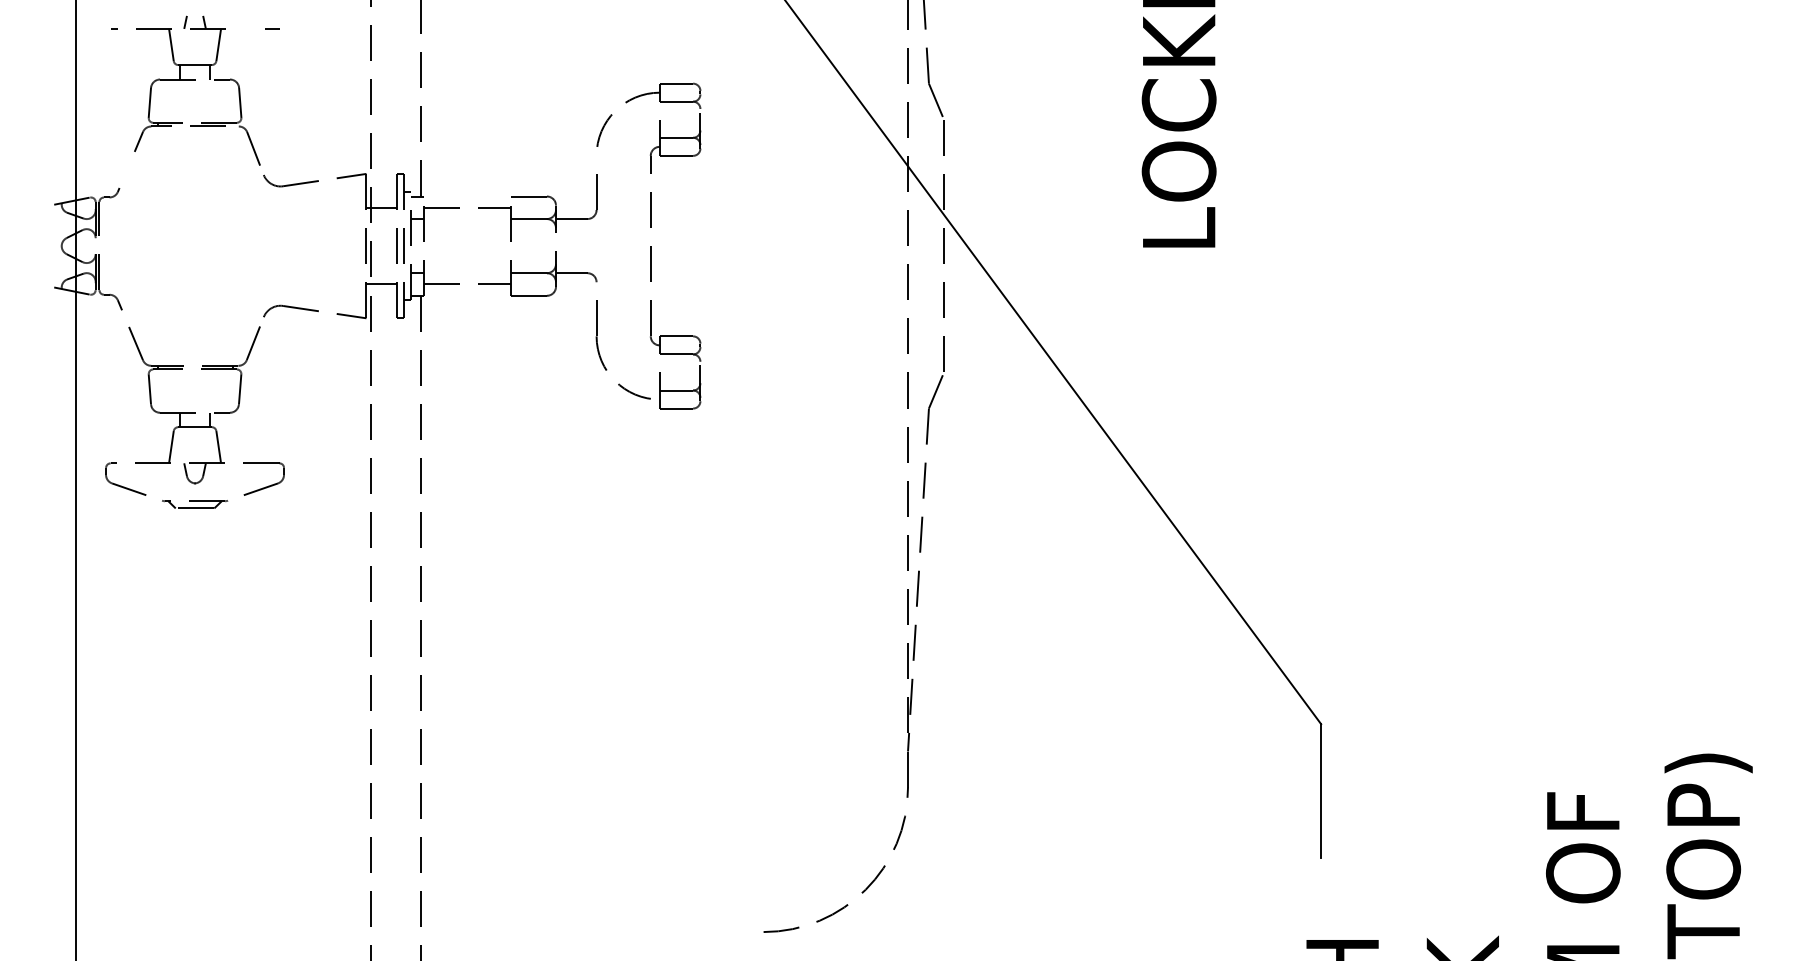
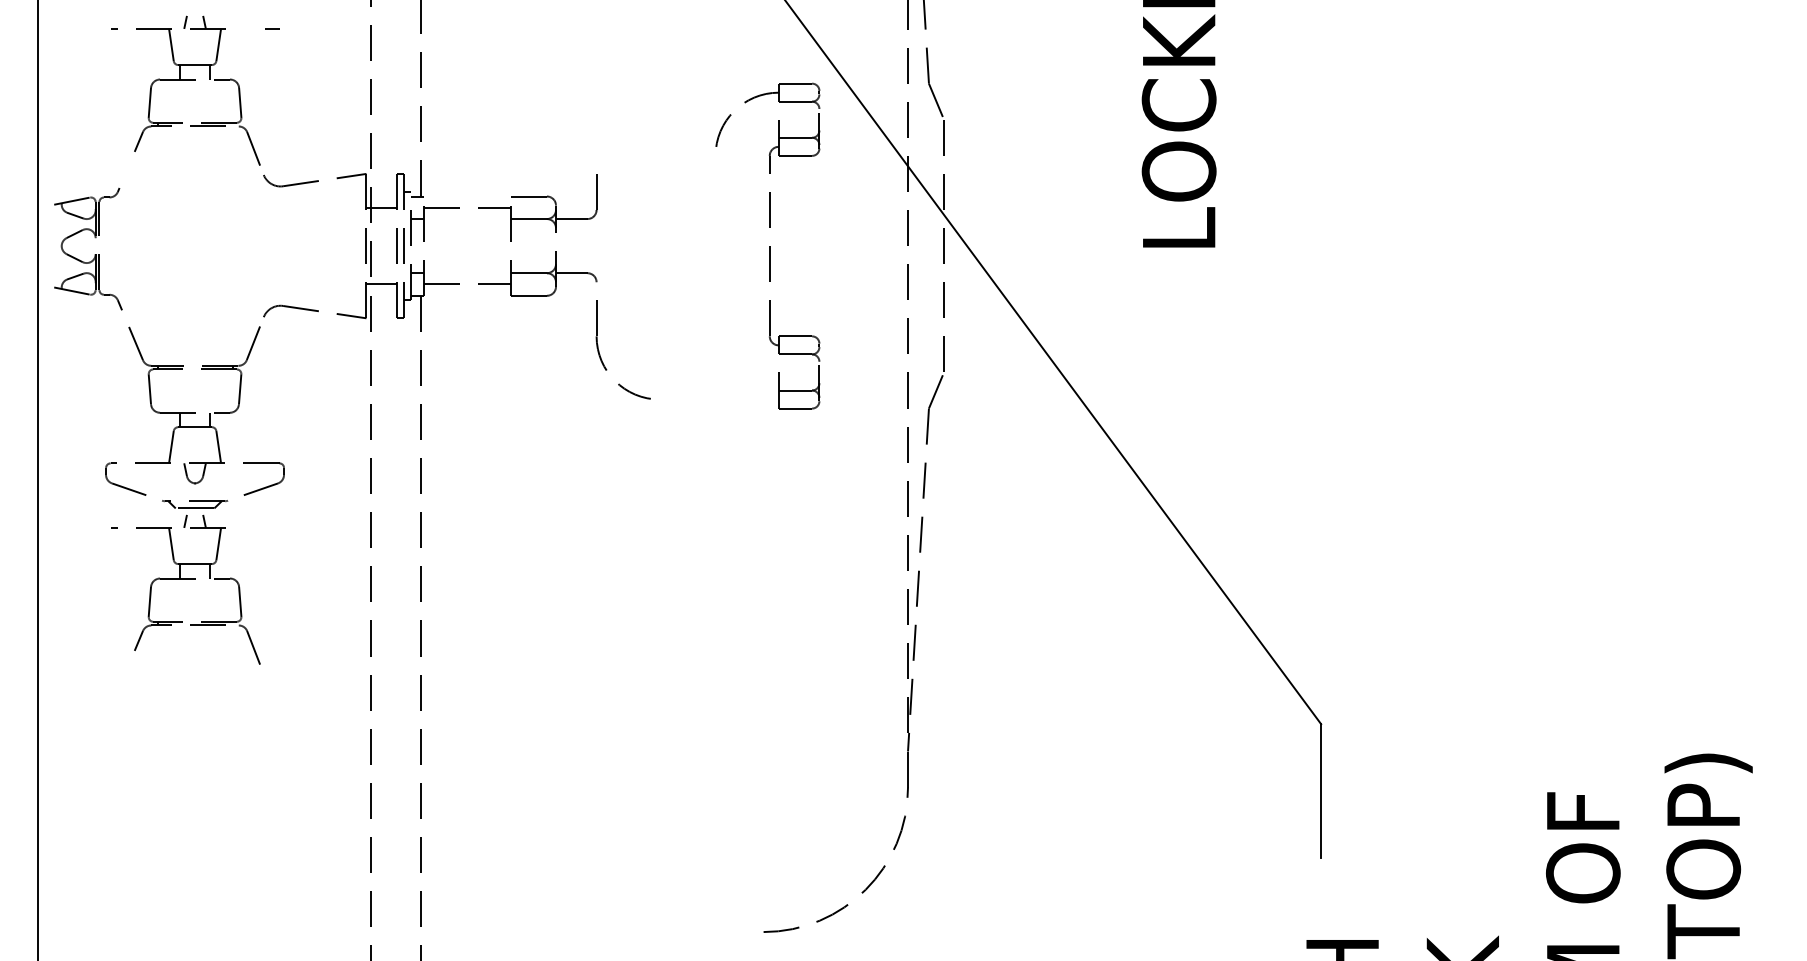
part at (648, 245) position: (648, 245) -> (767, 245)
line at (75, 479) position: (75, 479) -> (37, 479)
part at (185, 579): none -> present
